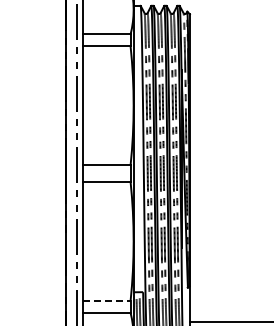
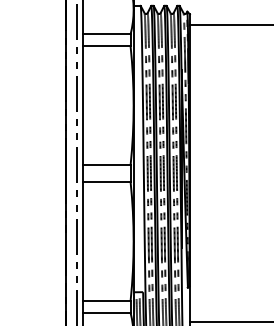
line at (229, 25): none -> present
line at (106, 300): dashed -> solid
